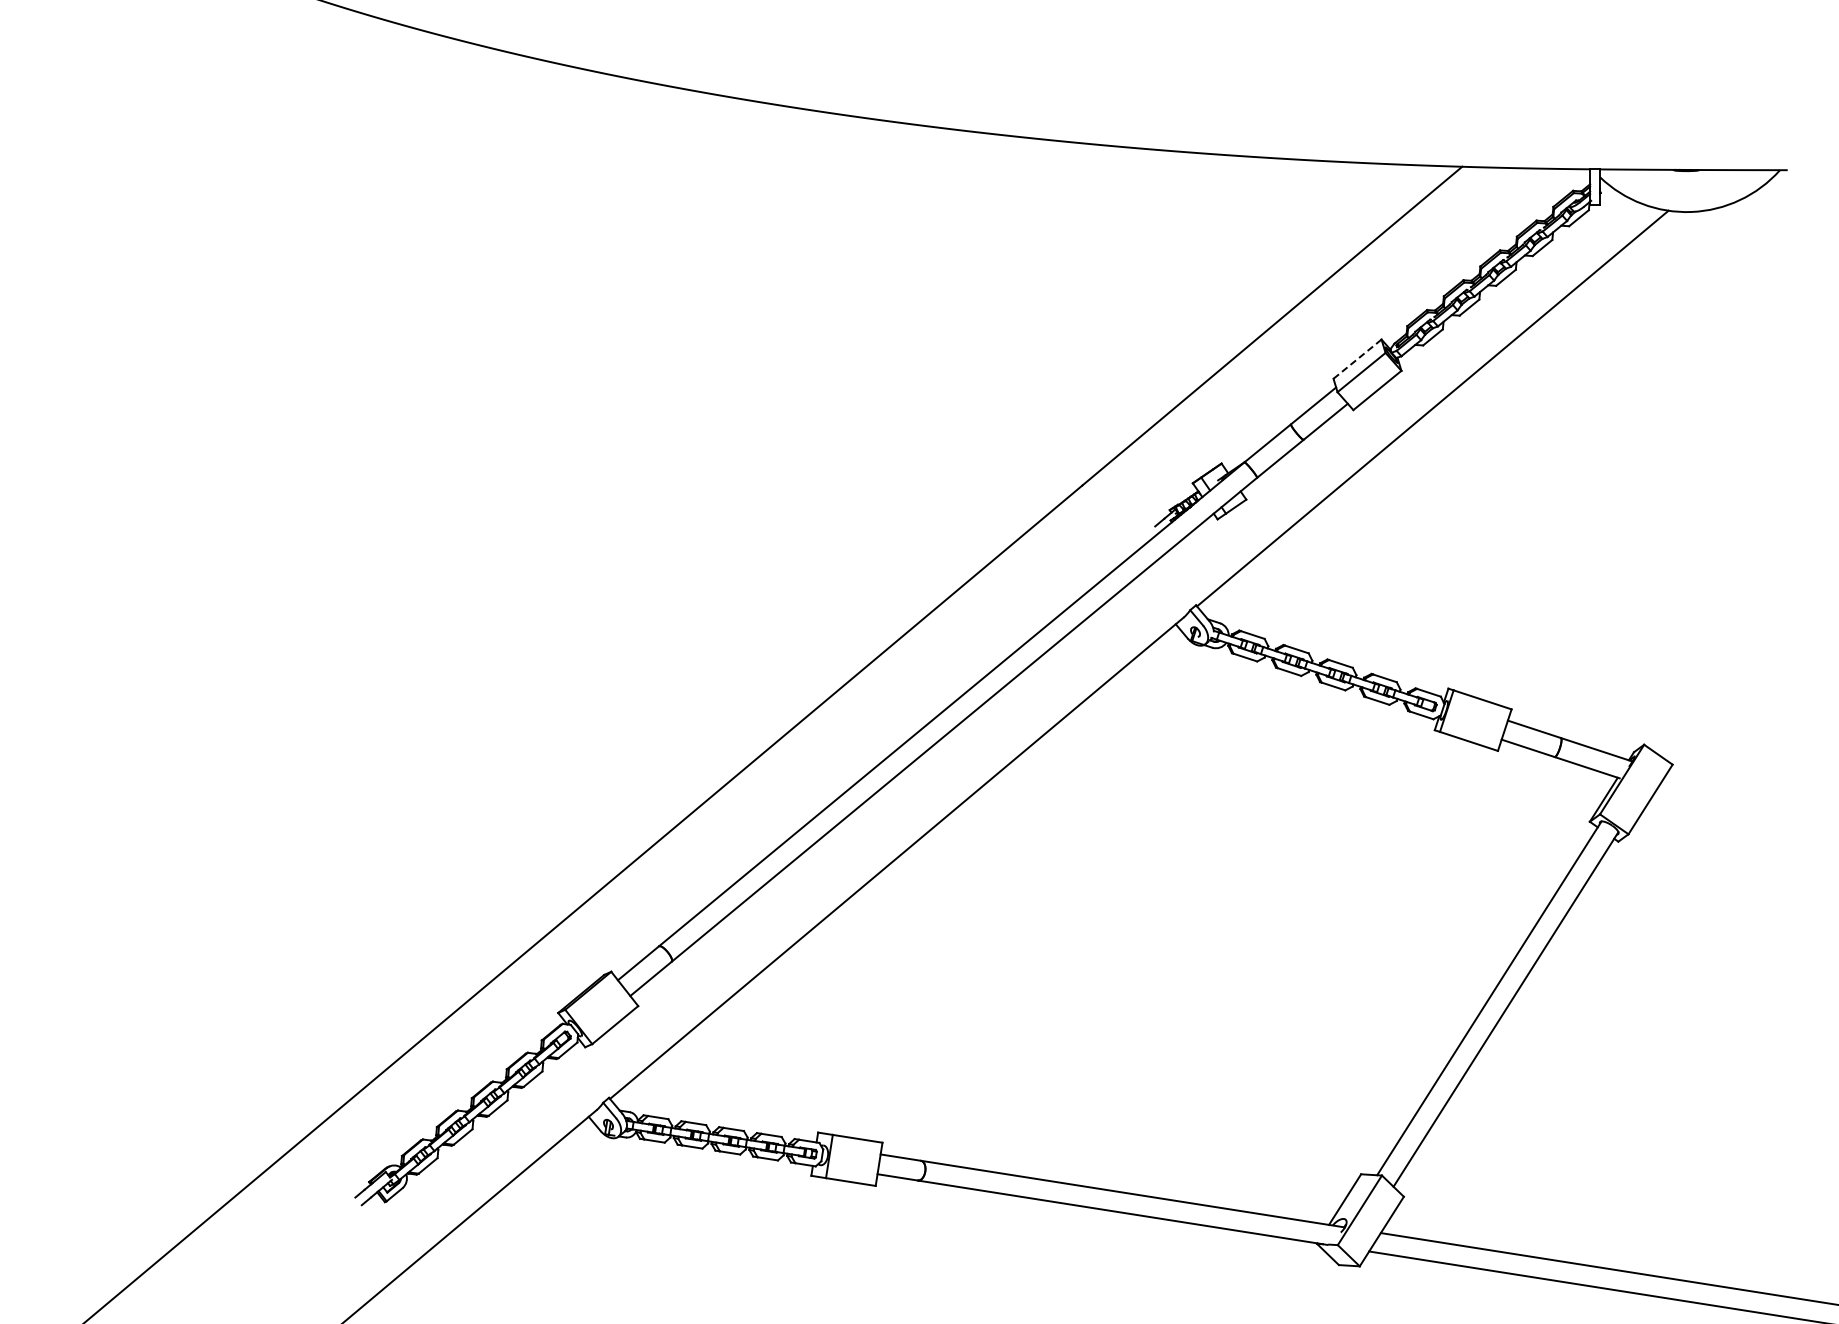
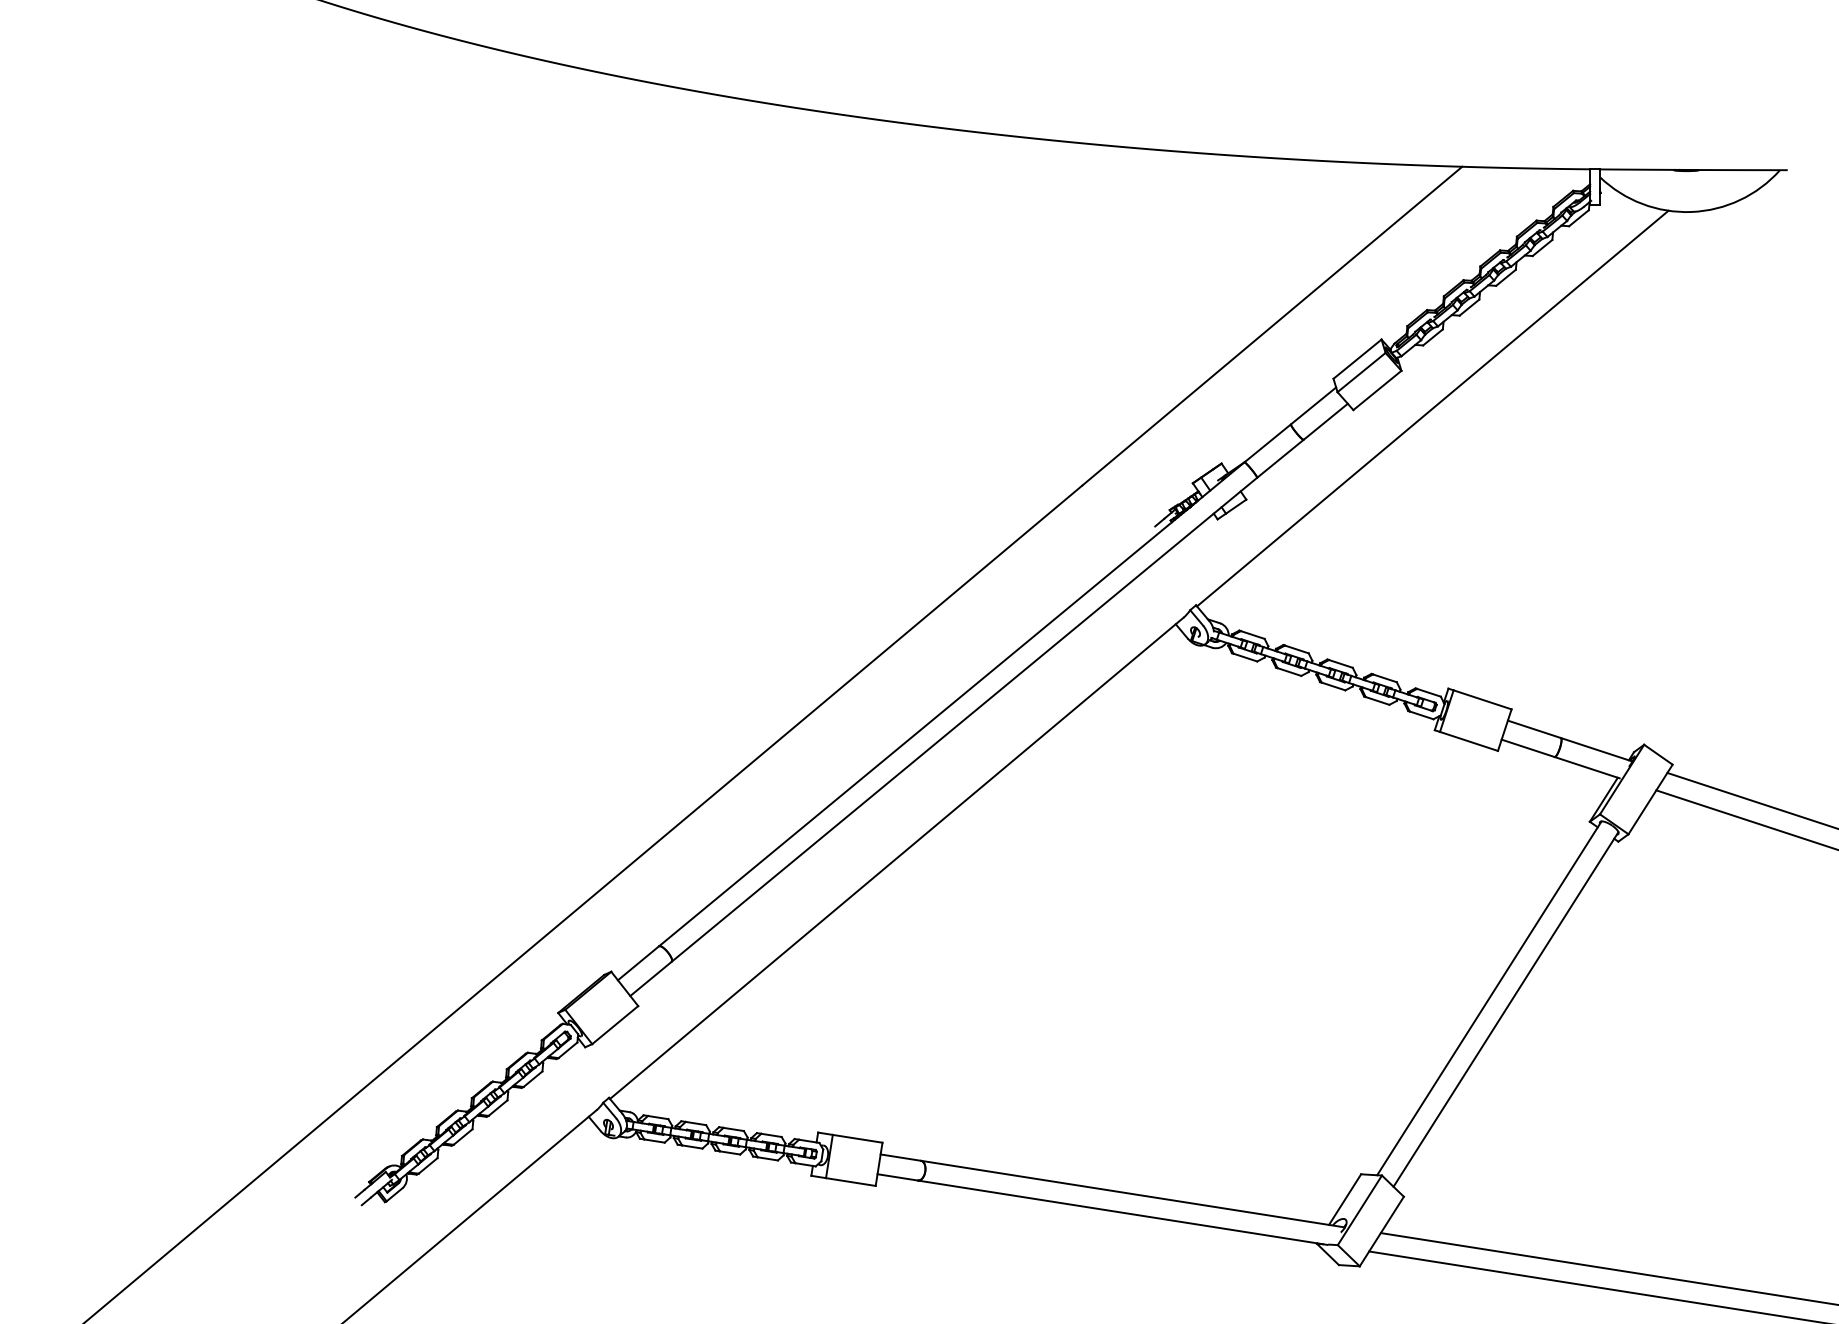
line at (1357, 358): dashed -> solid
line at (1751, 800): none -> present
line at (1745, 819): none -> present
